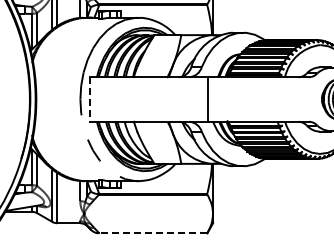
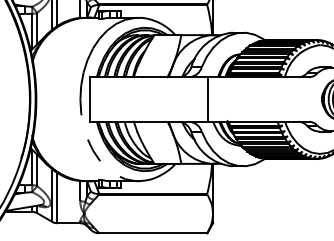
line at (89, 100): dashed -> solid
line at (152, 233): dashed -> solid
